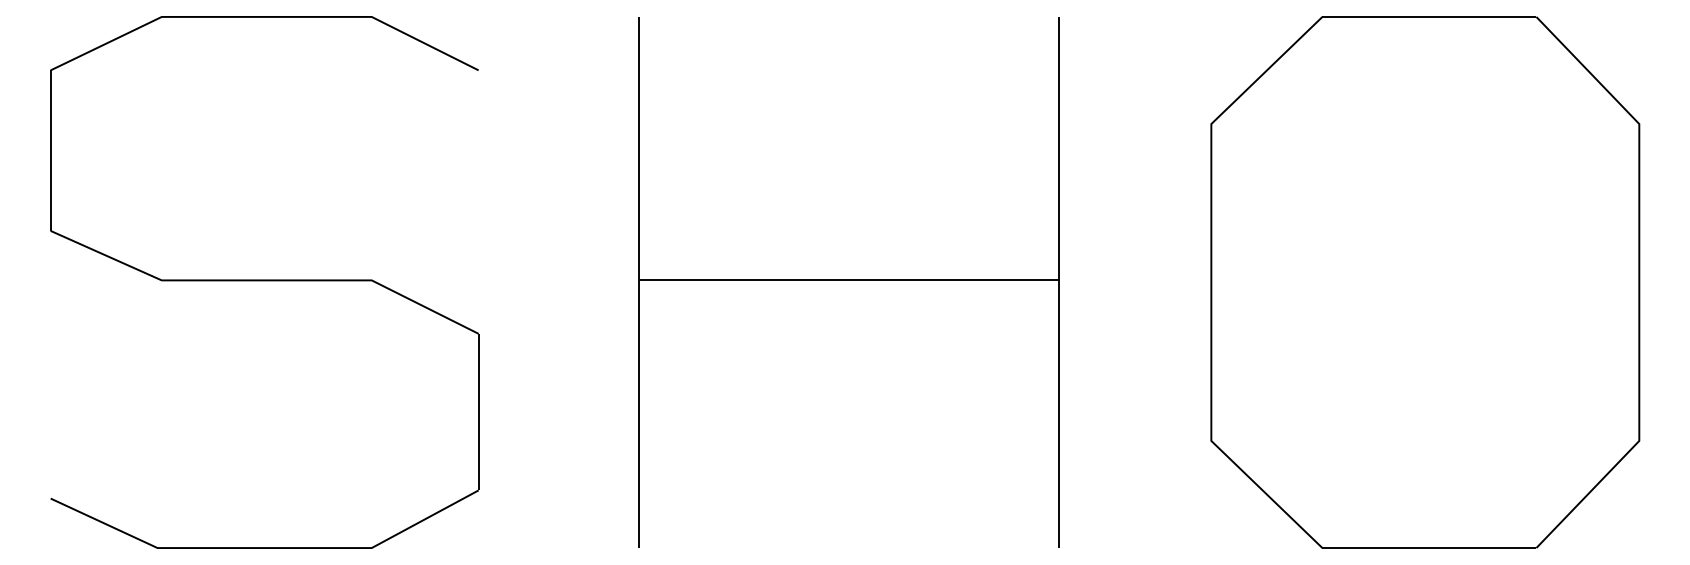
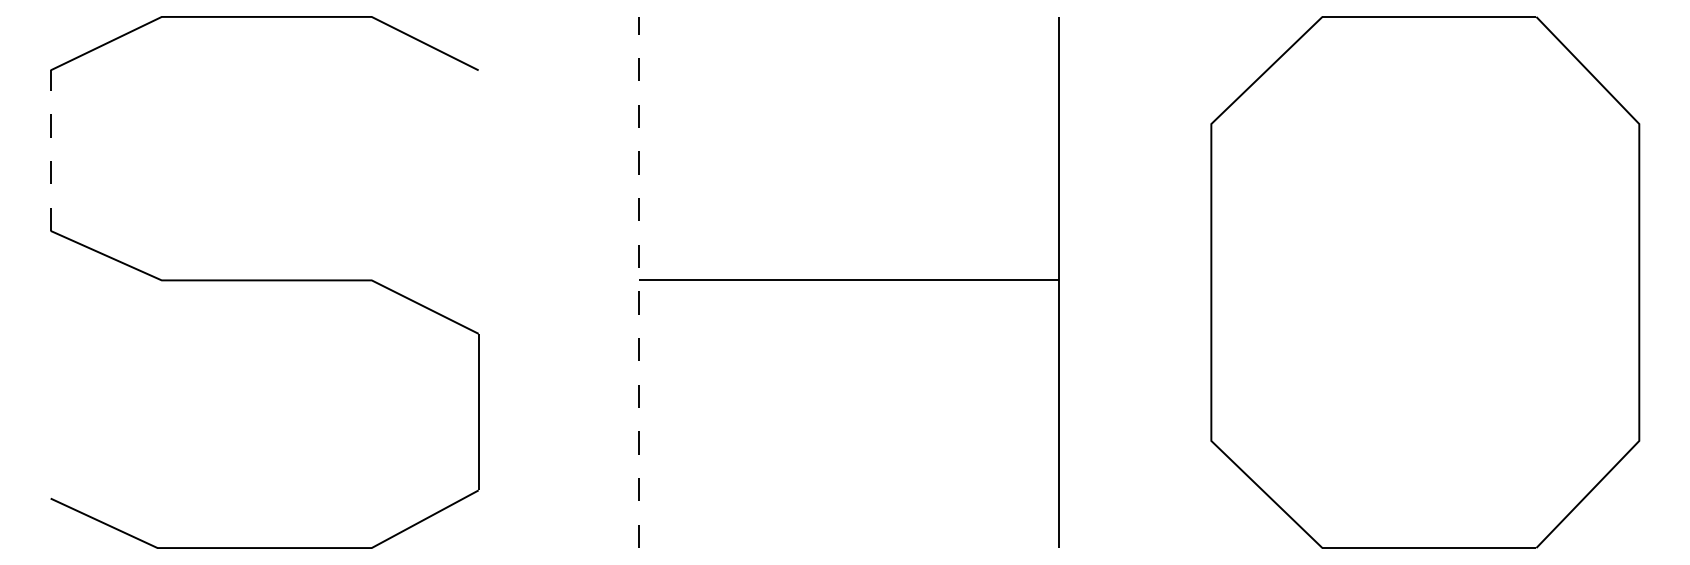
line at (50, 150): solid -> dashed
line at (639, 282): solid -> dashed
